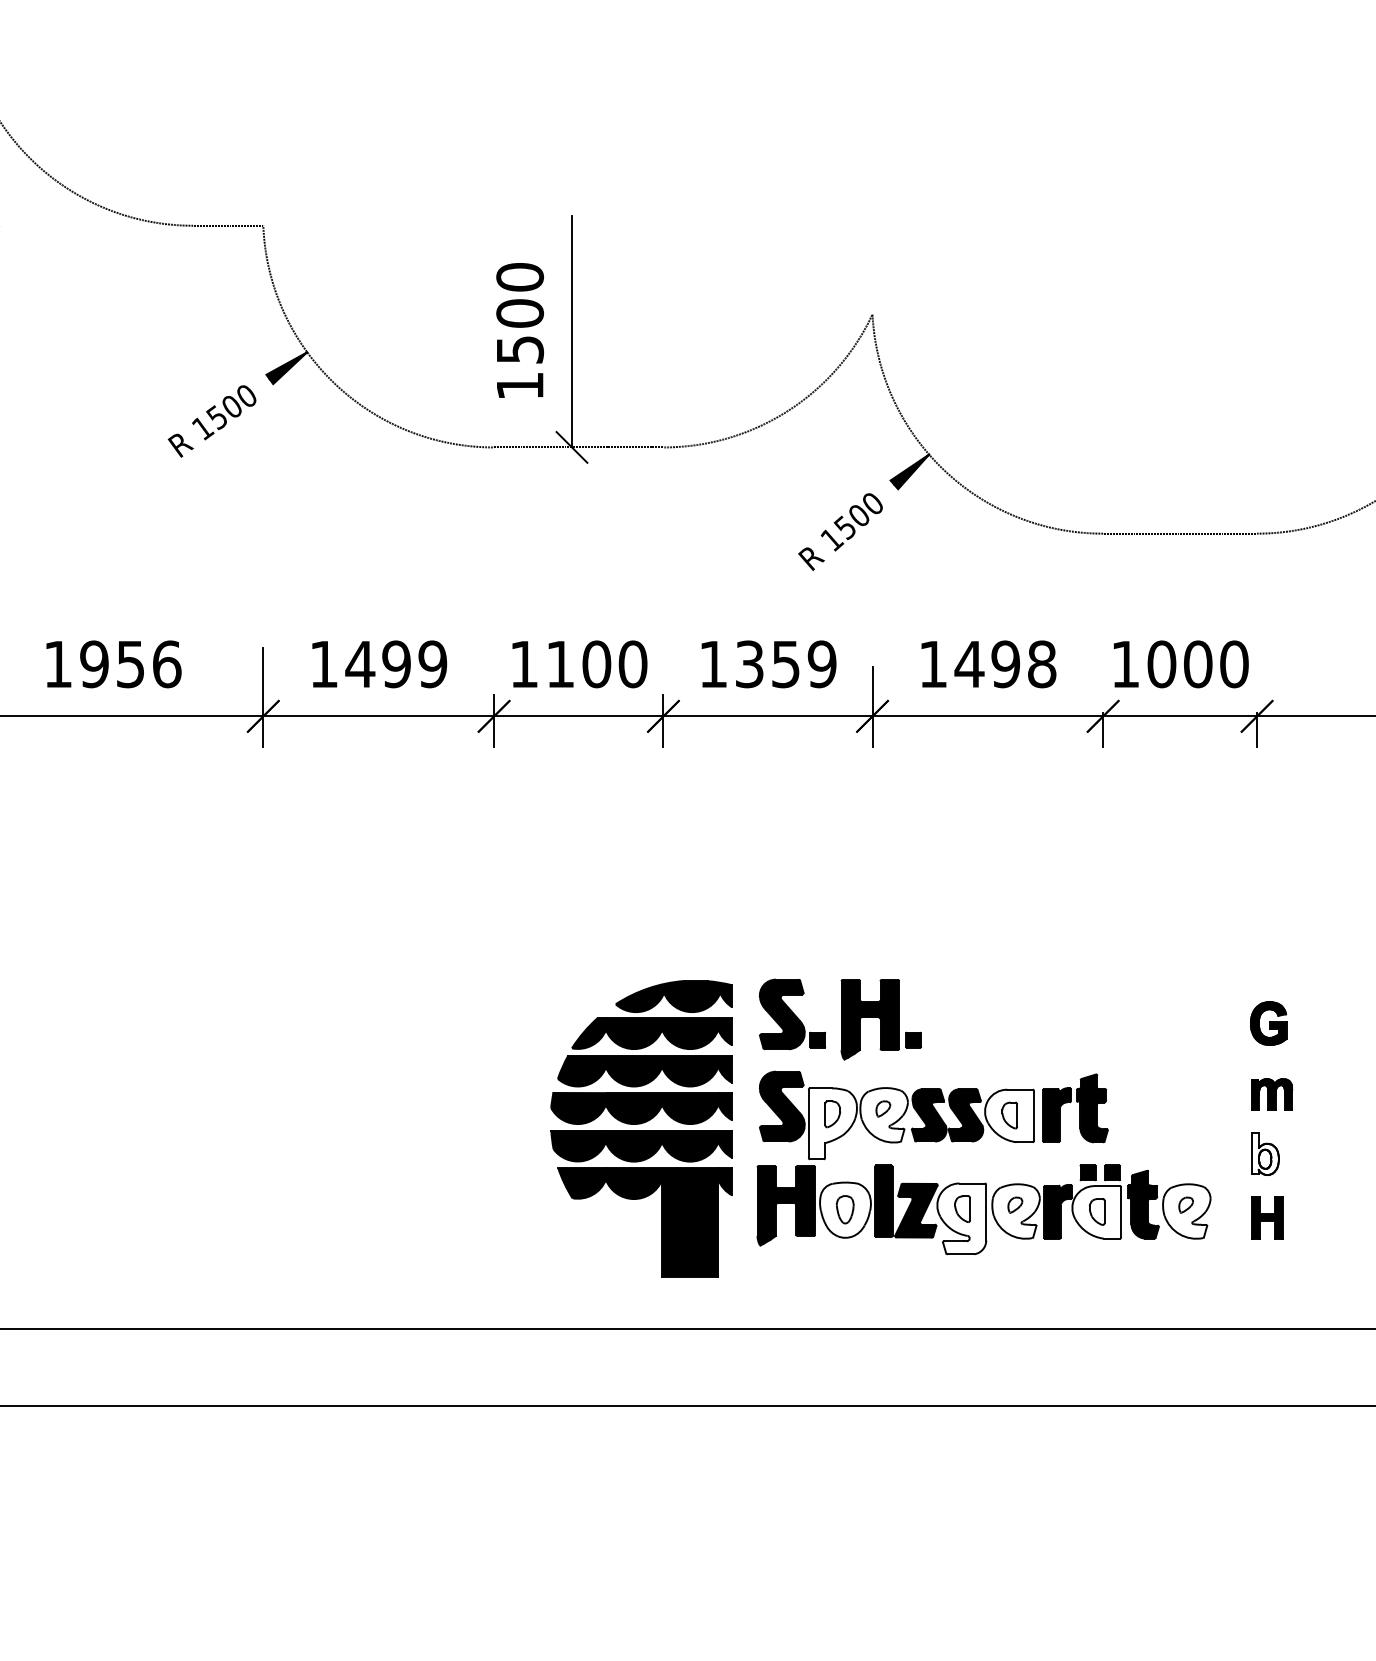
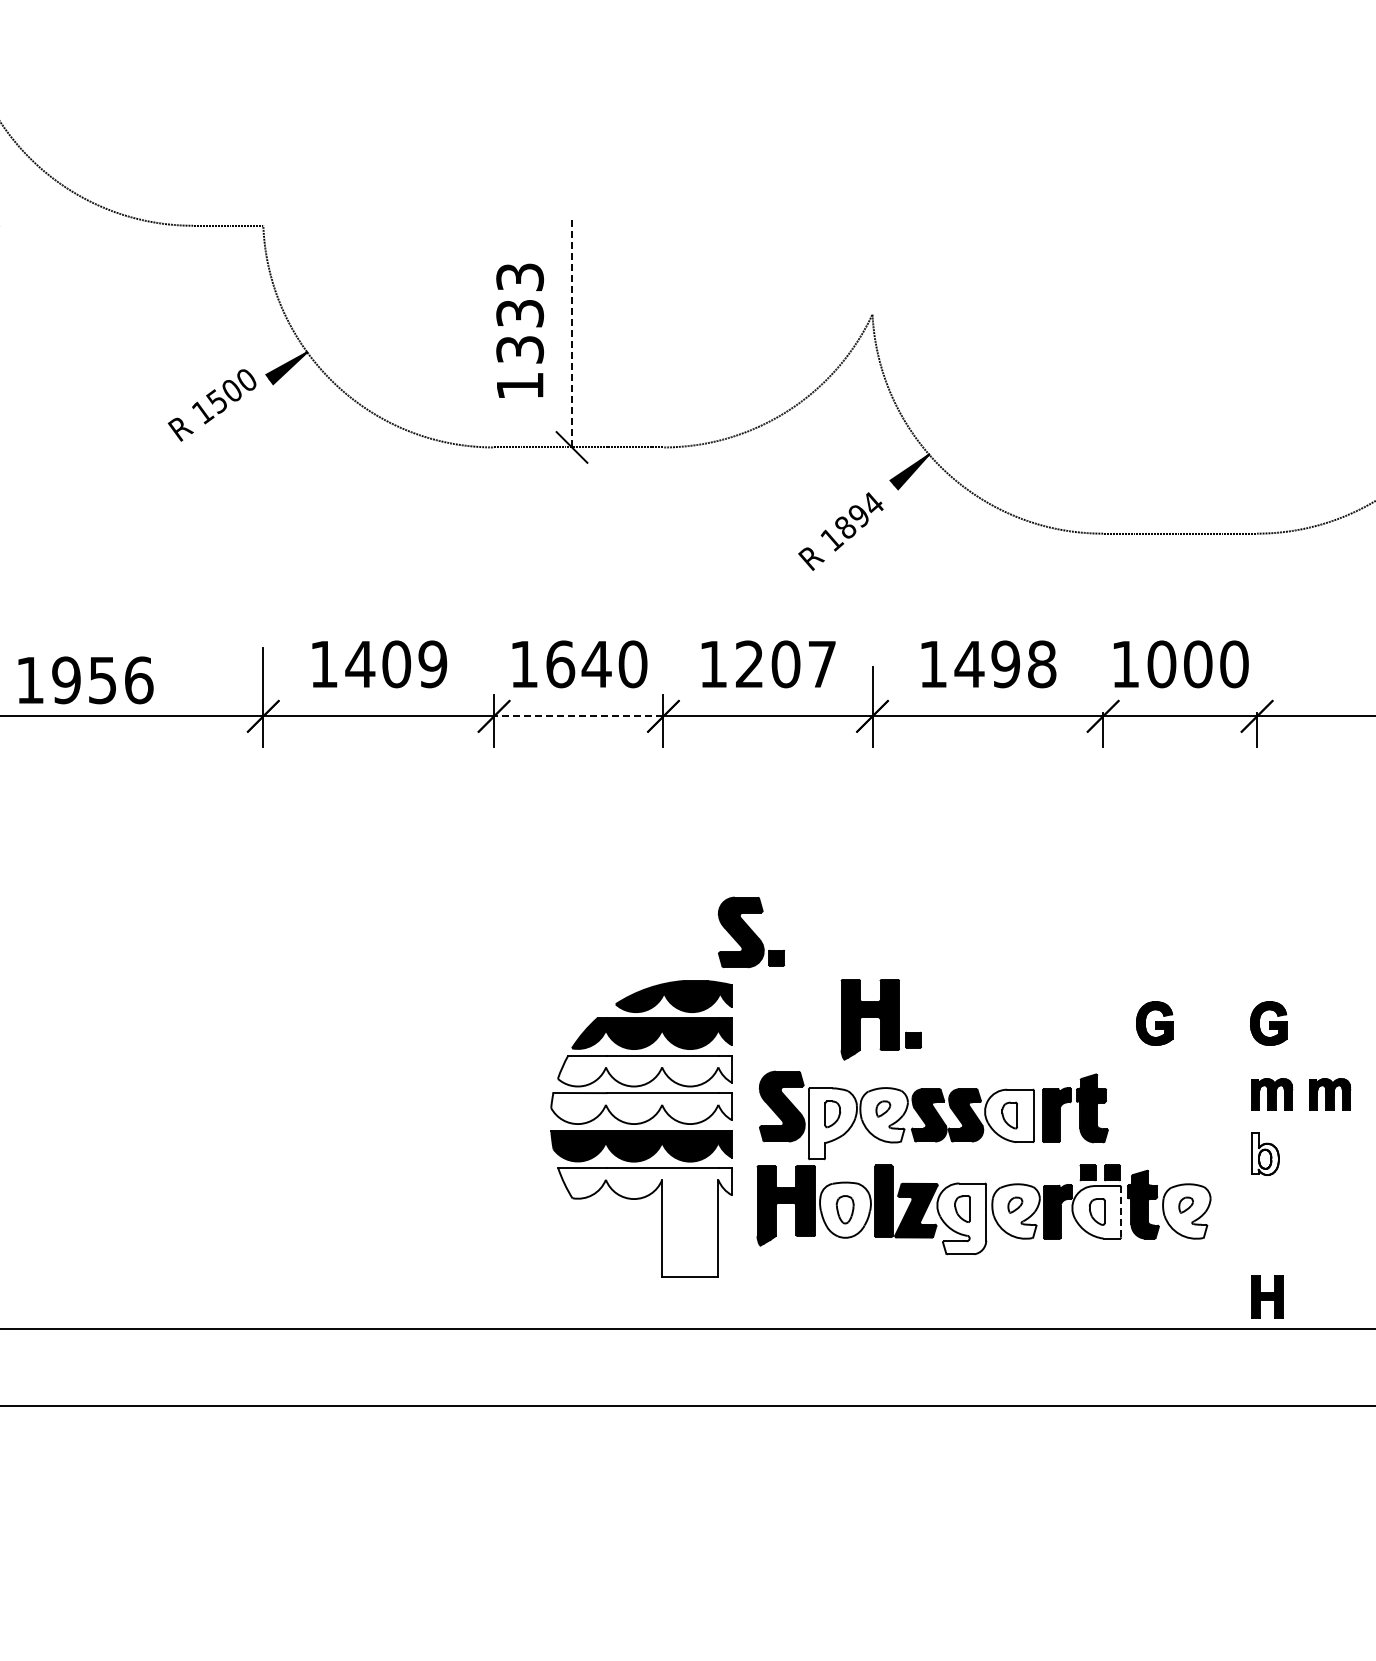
text at (520, 313): 1500 -> 1333
line at (572, 331): solid -> dashed
text at (211, 421) position: (211, 421) -> (211, 405)
text at (858, 516): 1500 -> 1894
text at (113, 664) position: (113, 664) -> (85, 680)
text at (396, 664): 1499 -> 1409
text at (578, 664): 1100 -> 1640
text at (786, 664): 1359 -> 1207
line at (578, 716): solid -> dashed
part at (792, 1014) position: (792, 1014) -> (751, 932)
part at (1154, 1023): none -> present
fill at (645, 1070): present -> none
part at (1330, 1094): none -> present
fill at (641, 1108): present -> none
line at (1121, 1211): solid -> dashed
part at (1267, 1217) position: (1267, 1217) -> (1267, 1296)
fill at (645, 1222): present -> none
